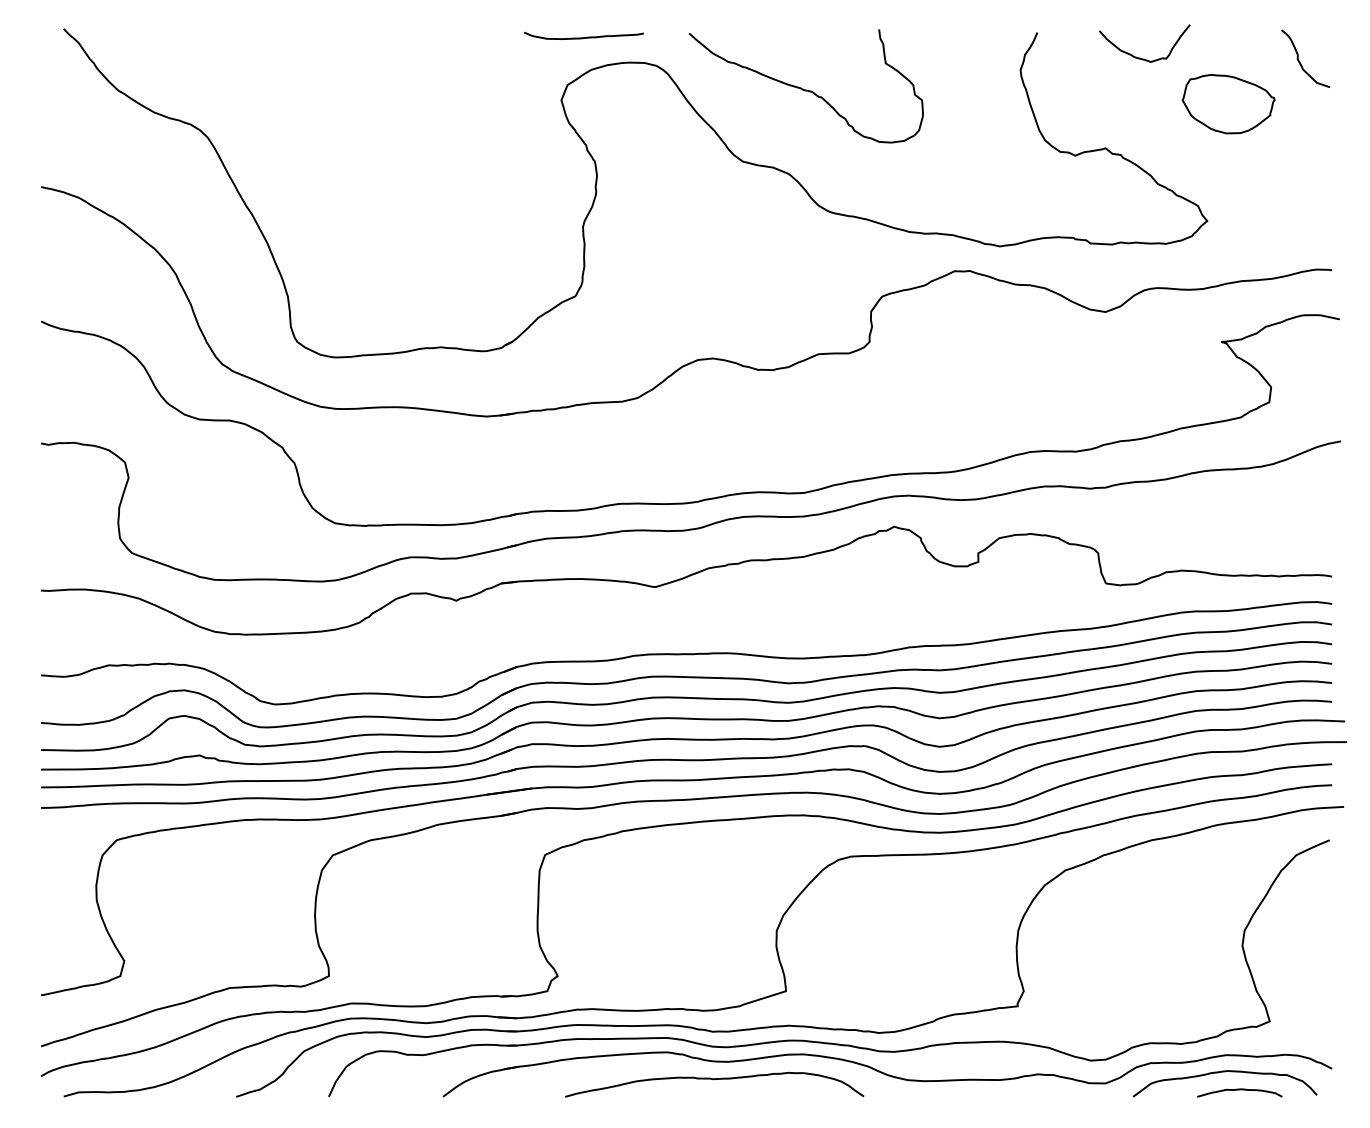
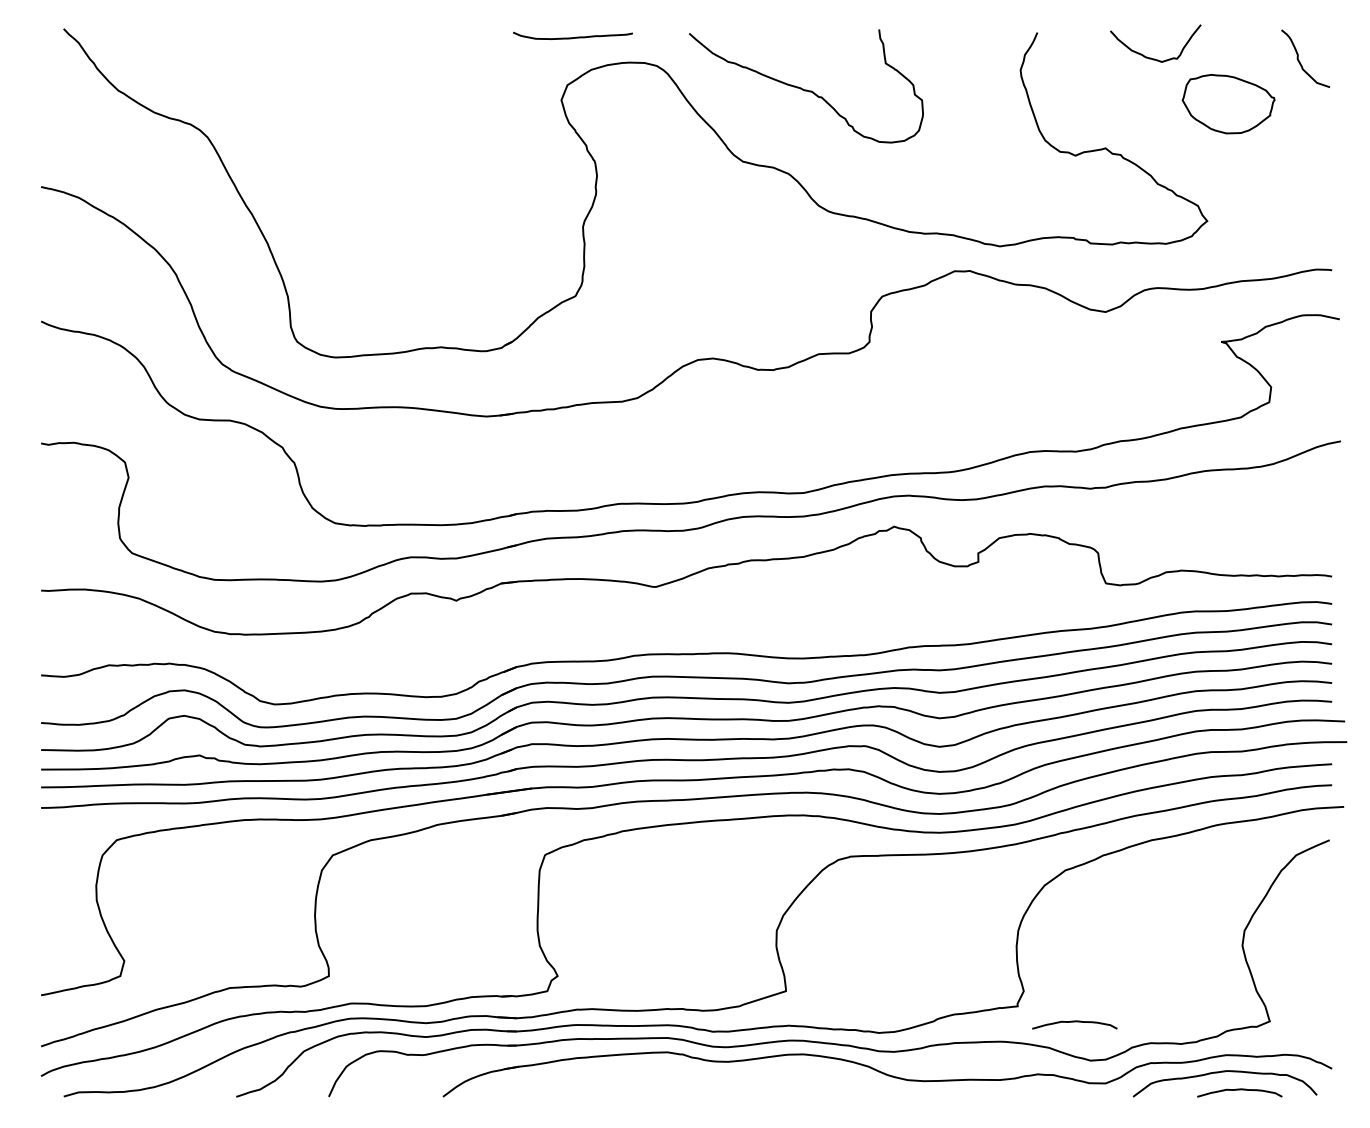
curve at (583, 37) position: (583, 37) -> (572, 37)
curve at (1140, 57) position: (1140, 57) -> (1151, 57)
curve at (1074, 1022): none -> present
curve at (713, 1080): present -> none
